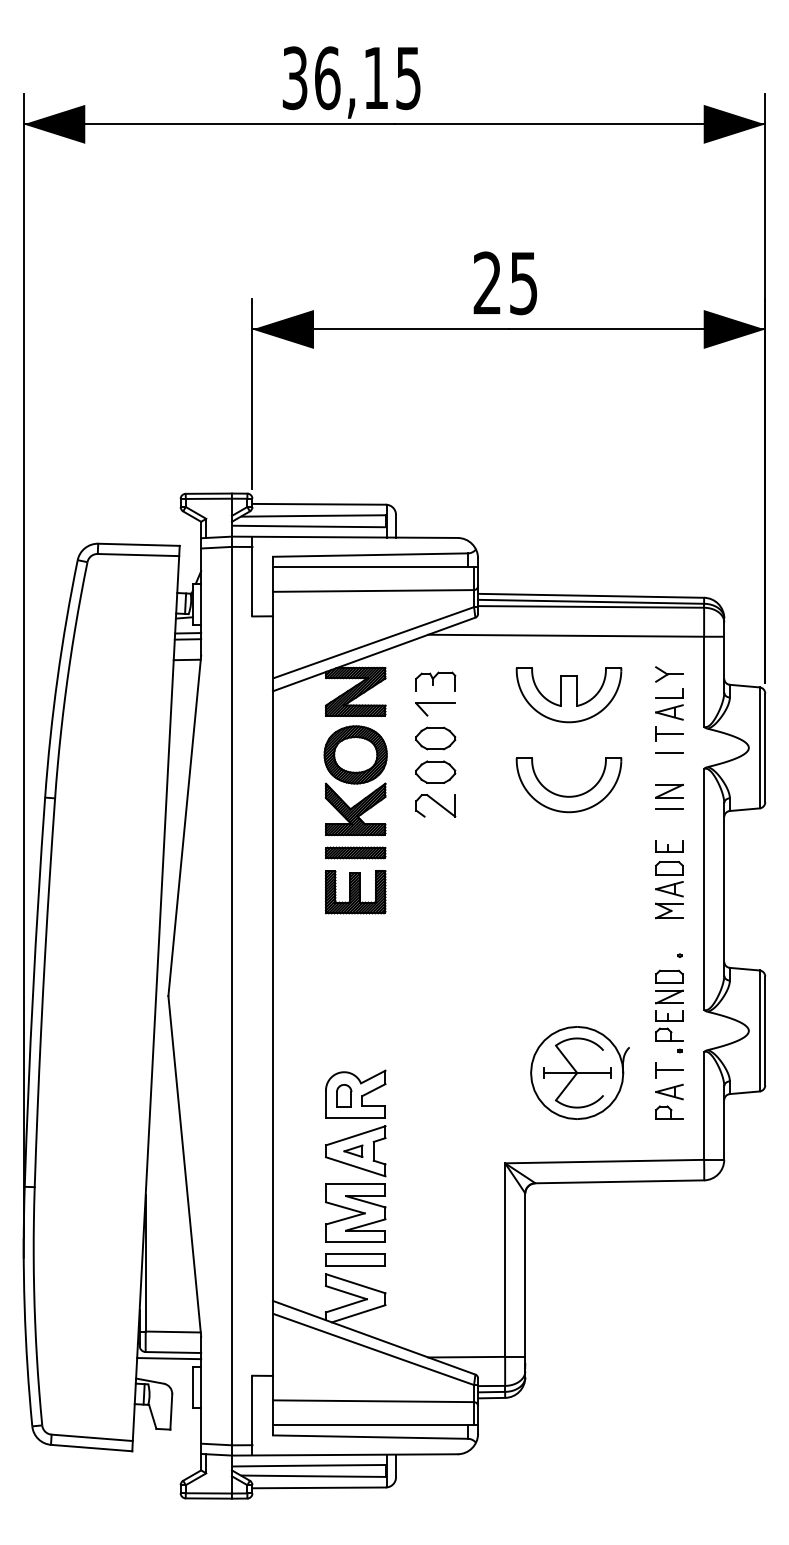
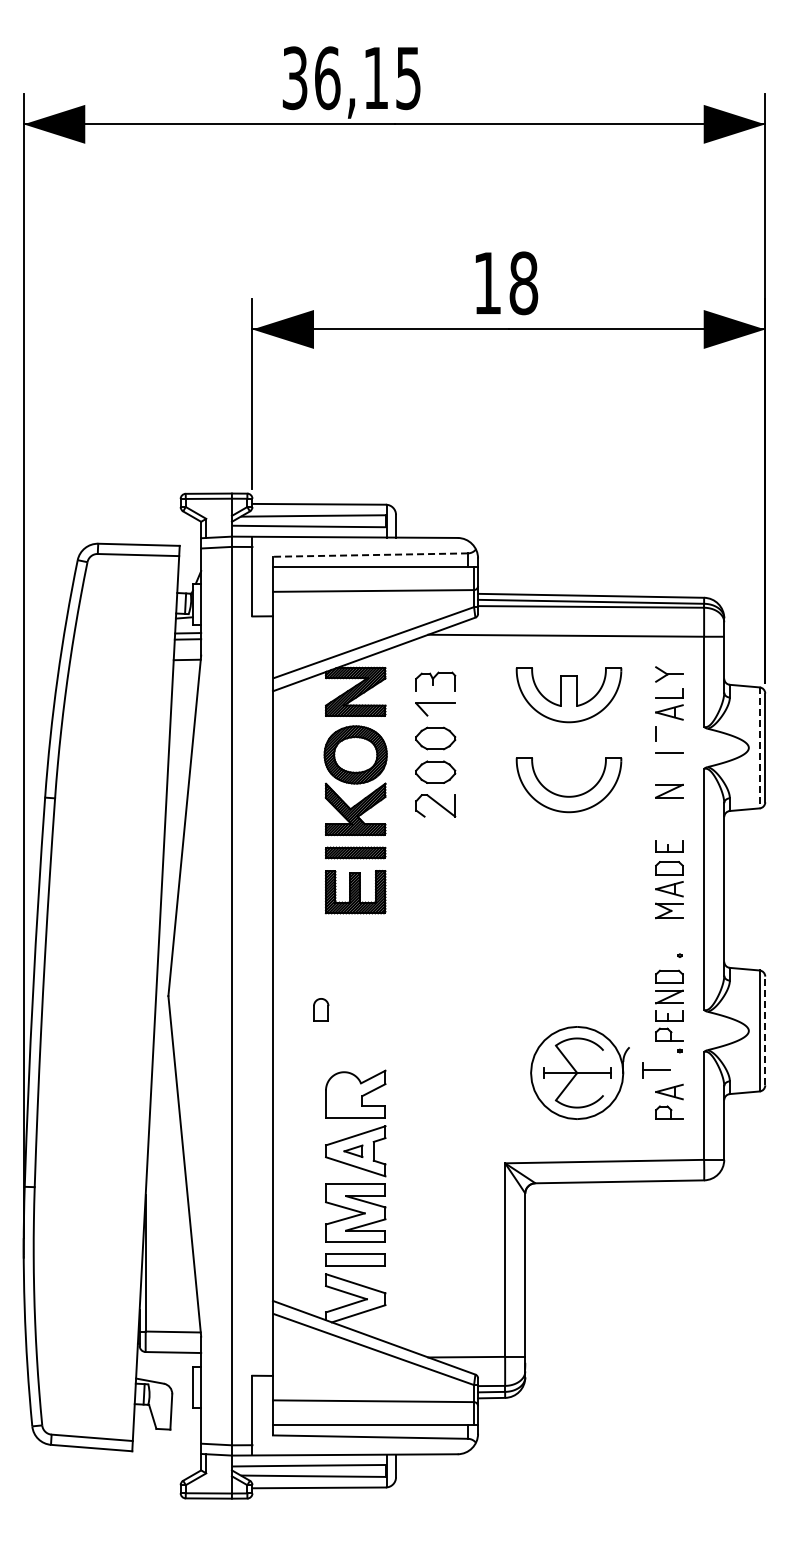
text at (505, 283): 25 -> 18
line at (370, 555): solid -> dashed
line at (669, 734): present -> none
line at (759, 748): solid -> dashed
line at (669, 808): present -> none
line at (765, 1030): solid -> dashed
part at (669, 1070) position: (669, 1070) -> (656, 1070)
part at (344, 1095) position: (344, 1095) -> (321, 1009)
line at (169, 1358): present -> none
